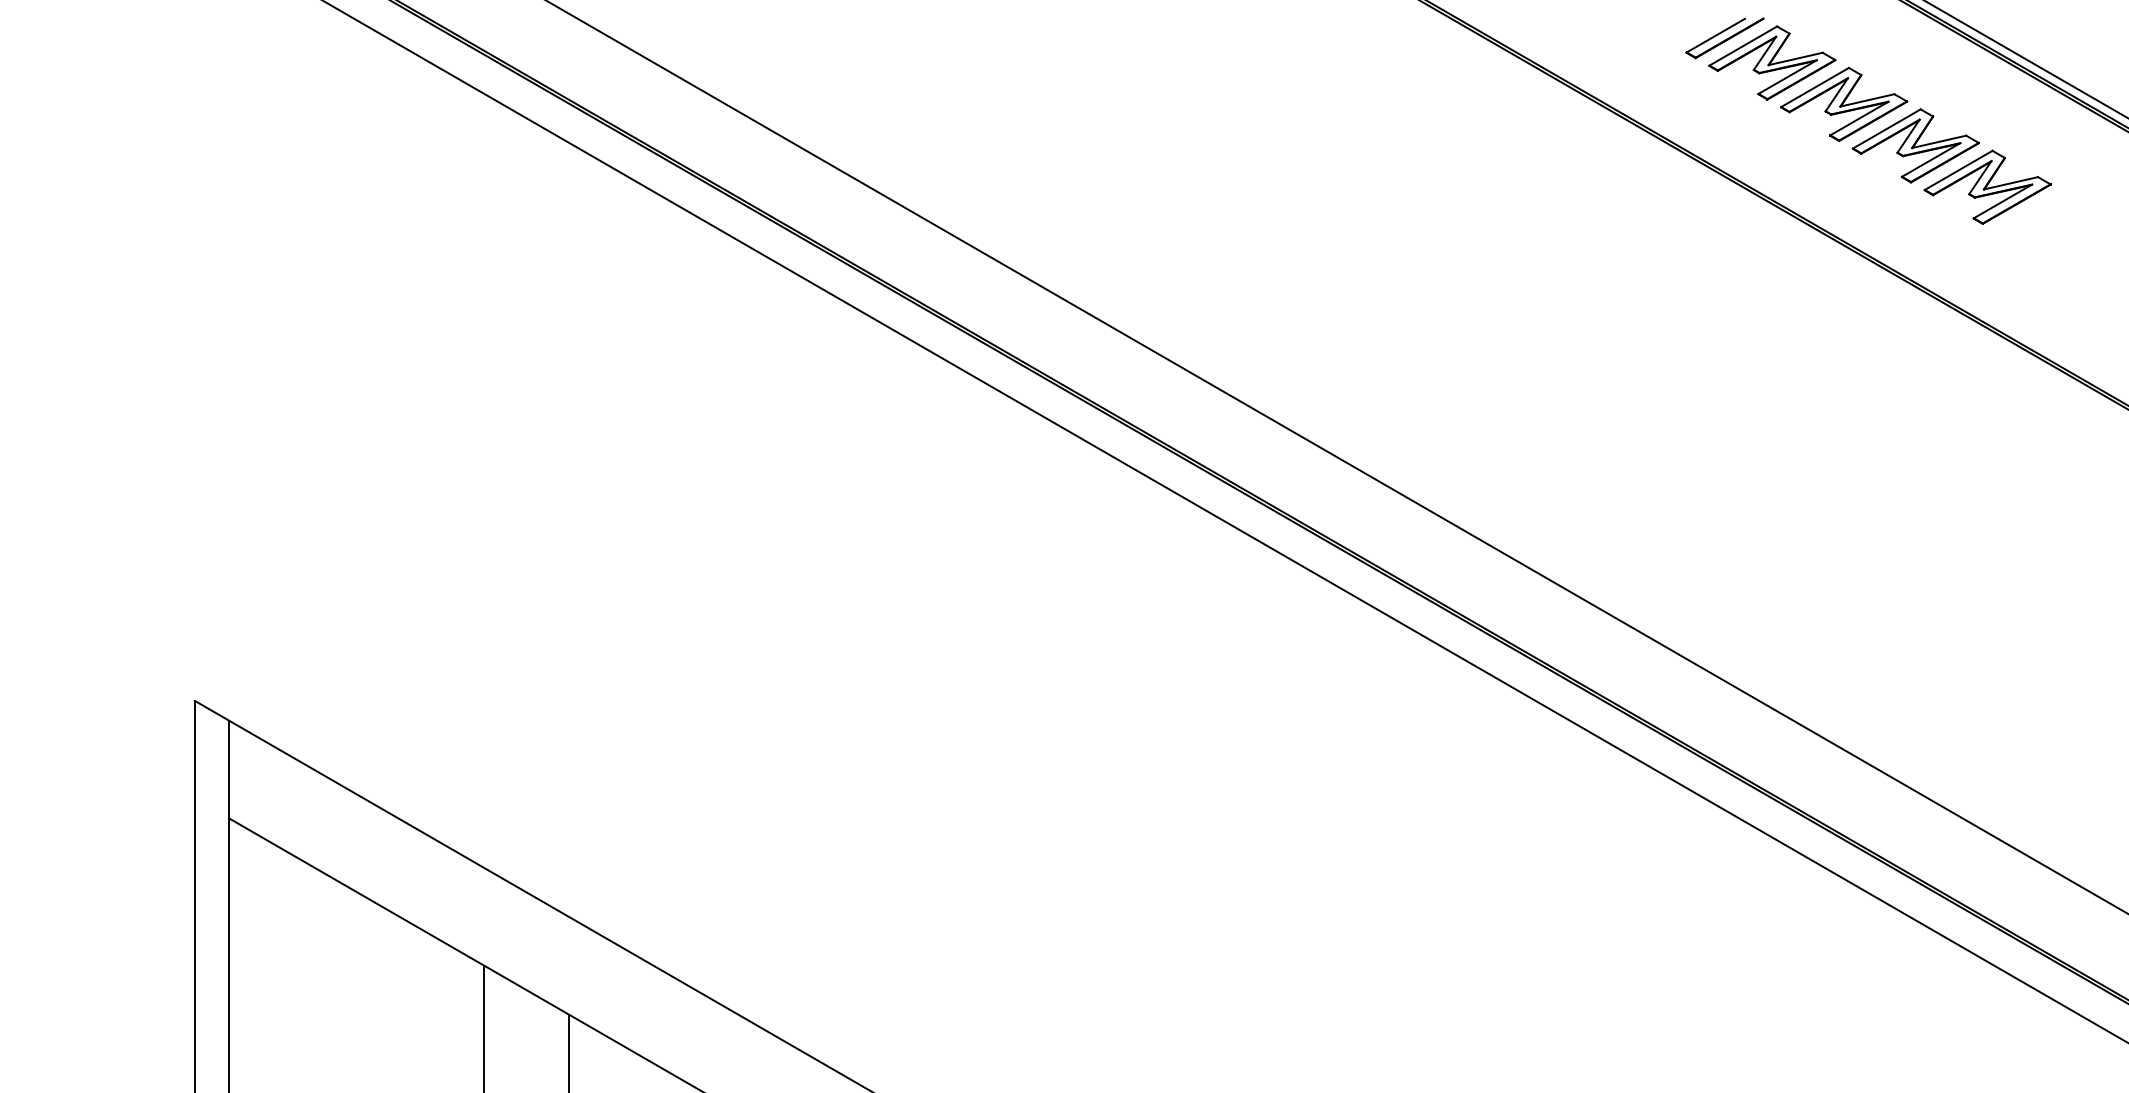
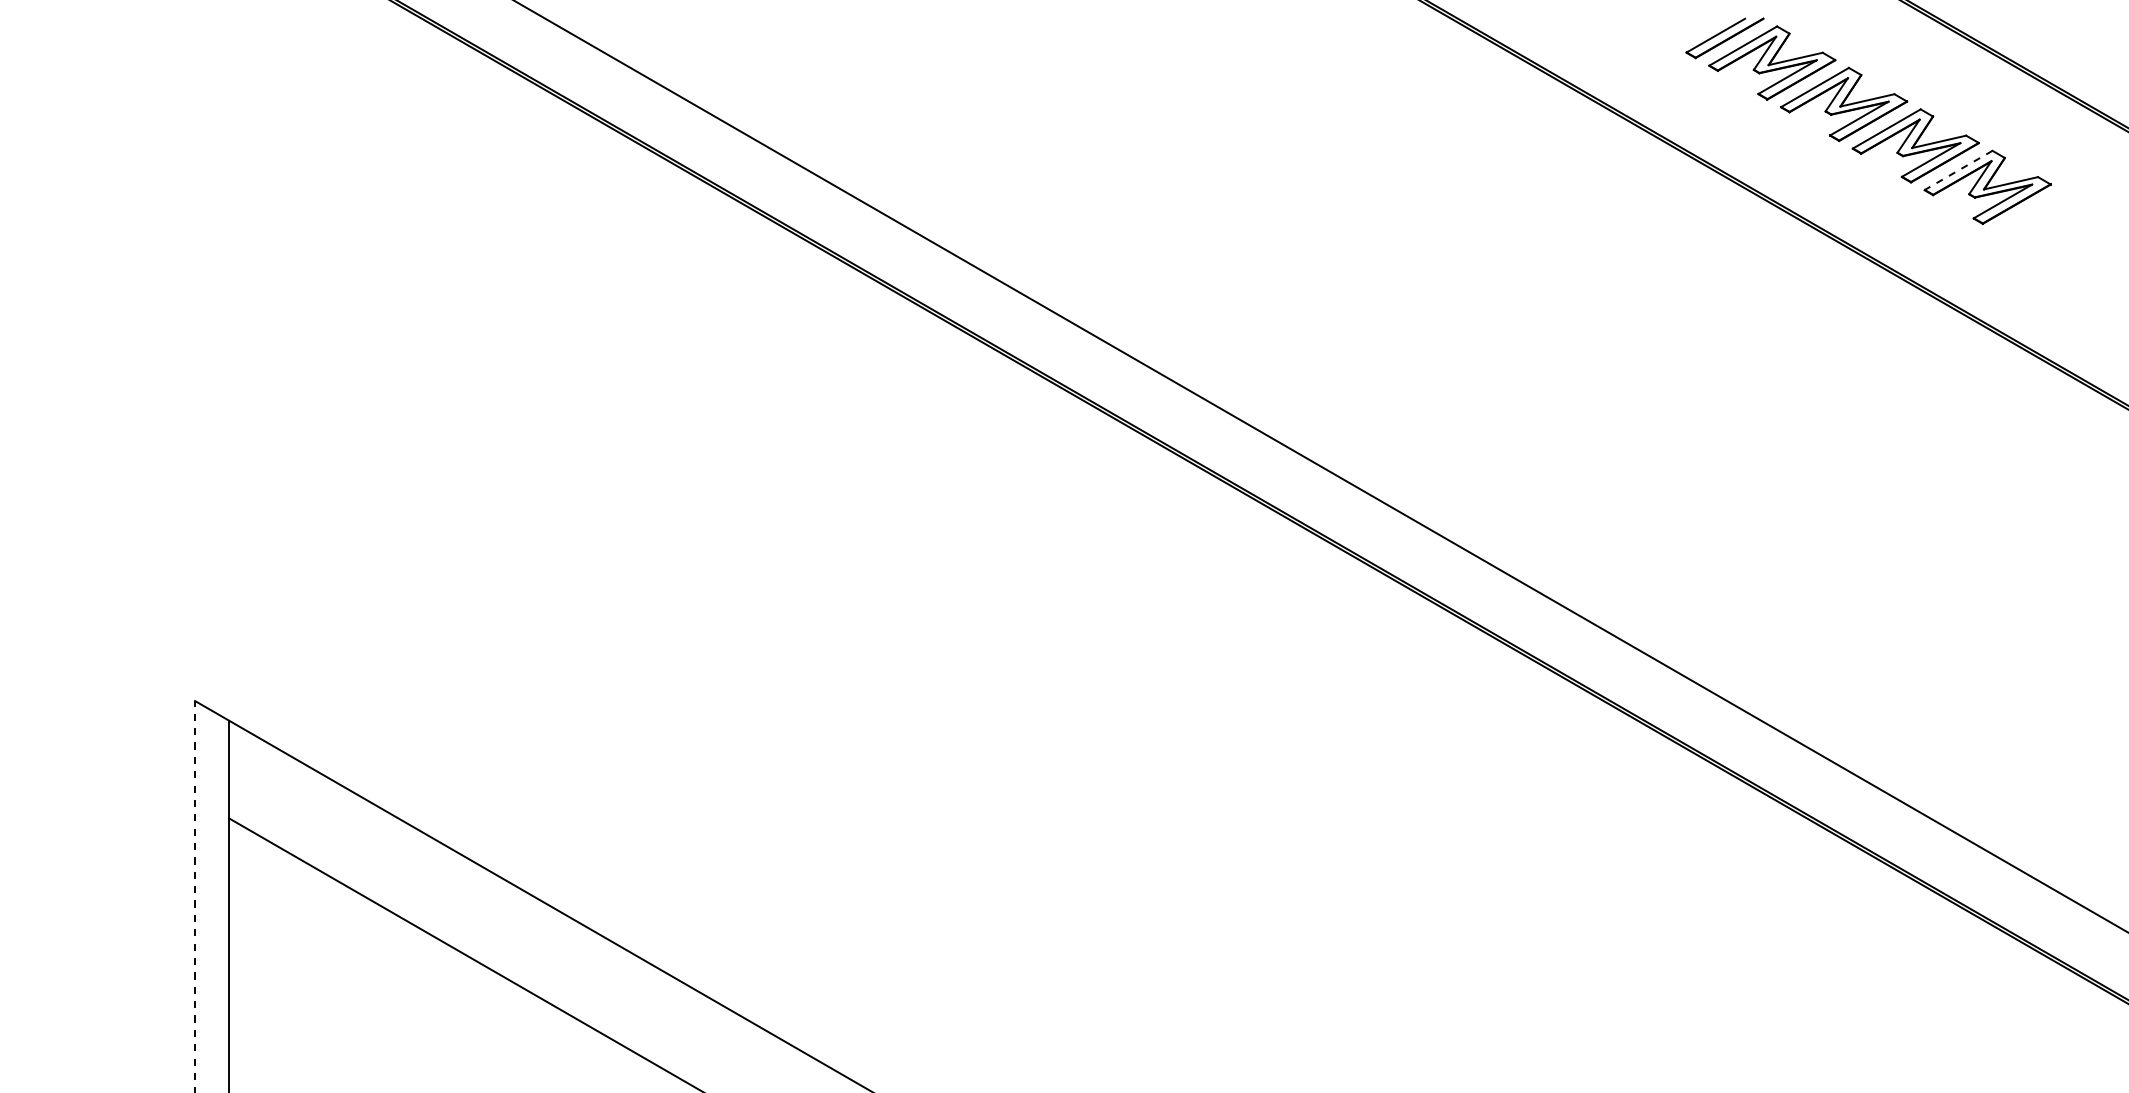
line at (2025, 59): present -> none
line at (1958, 170): solid -> dashed
line at (1336, 457) position: (1336, 457) -> (1320, 466)
line at (1225, 521): present -> none
line at (195, 896): solid -> dashed
line at (484, 1027): present -> none
line at (568, 1051): present -> none
